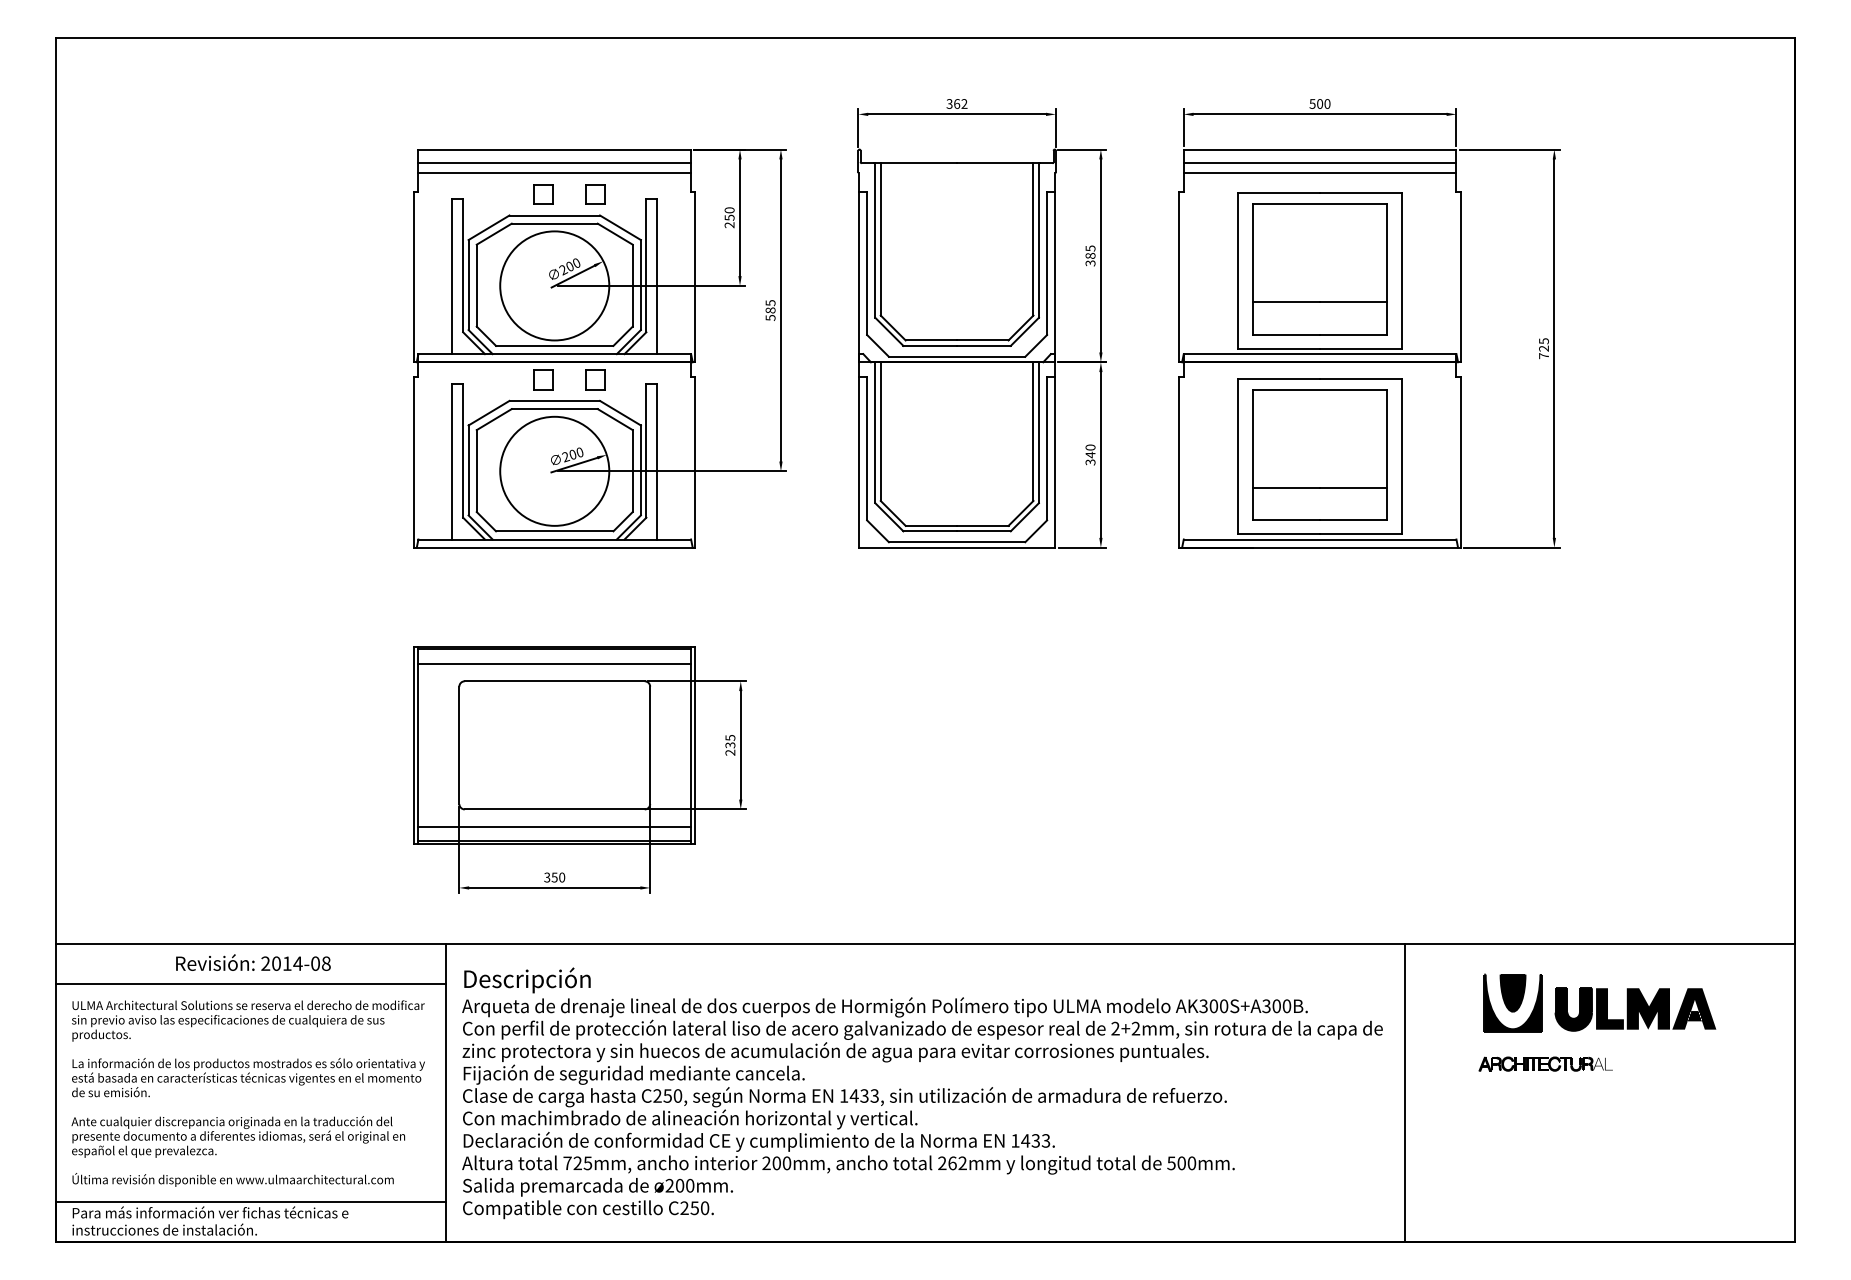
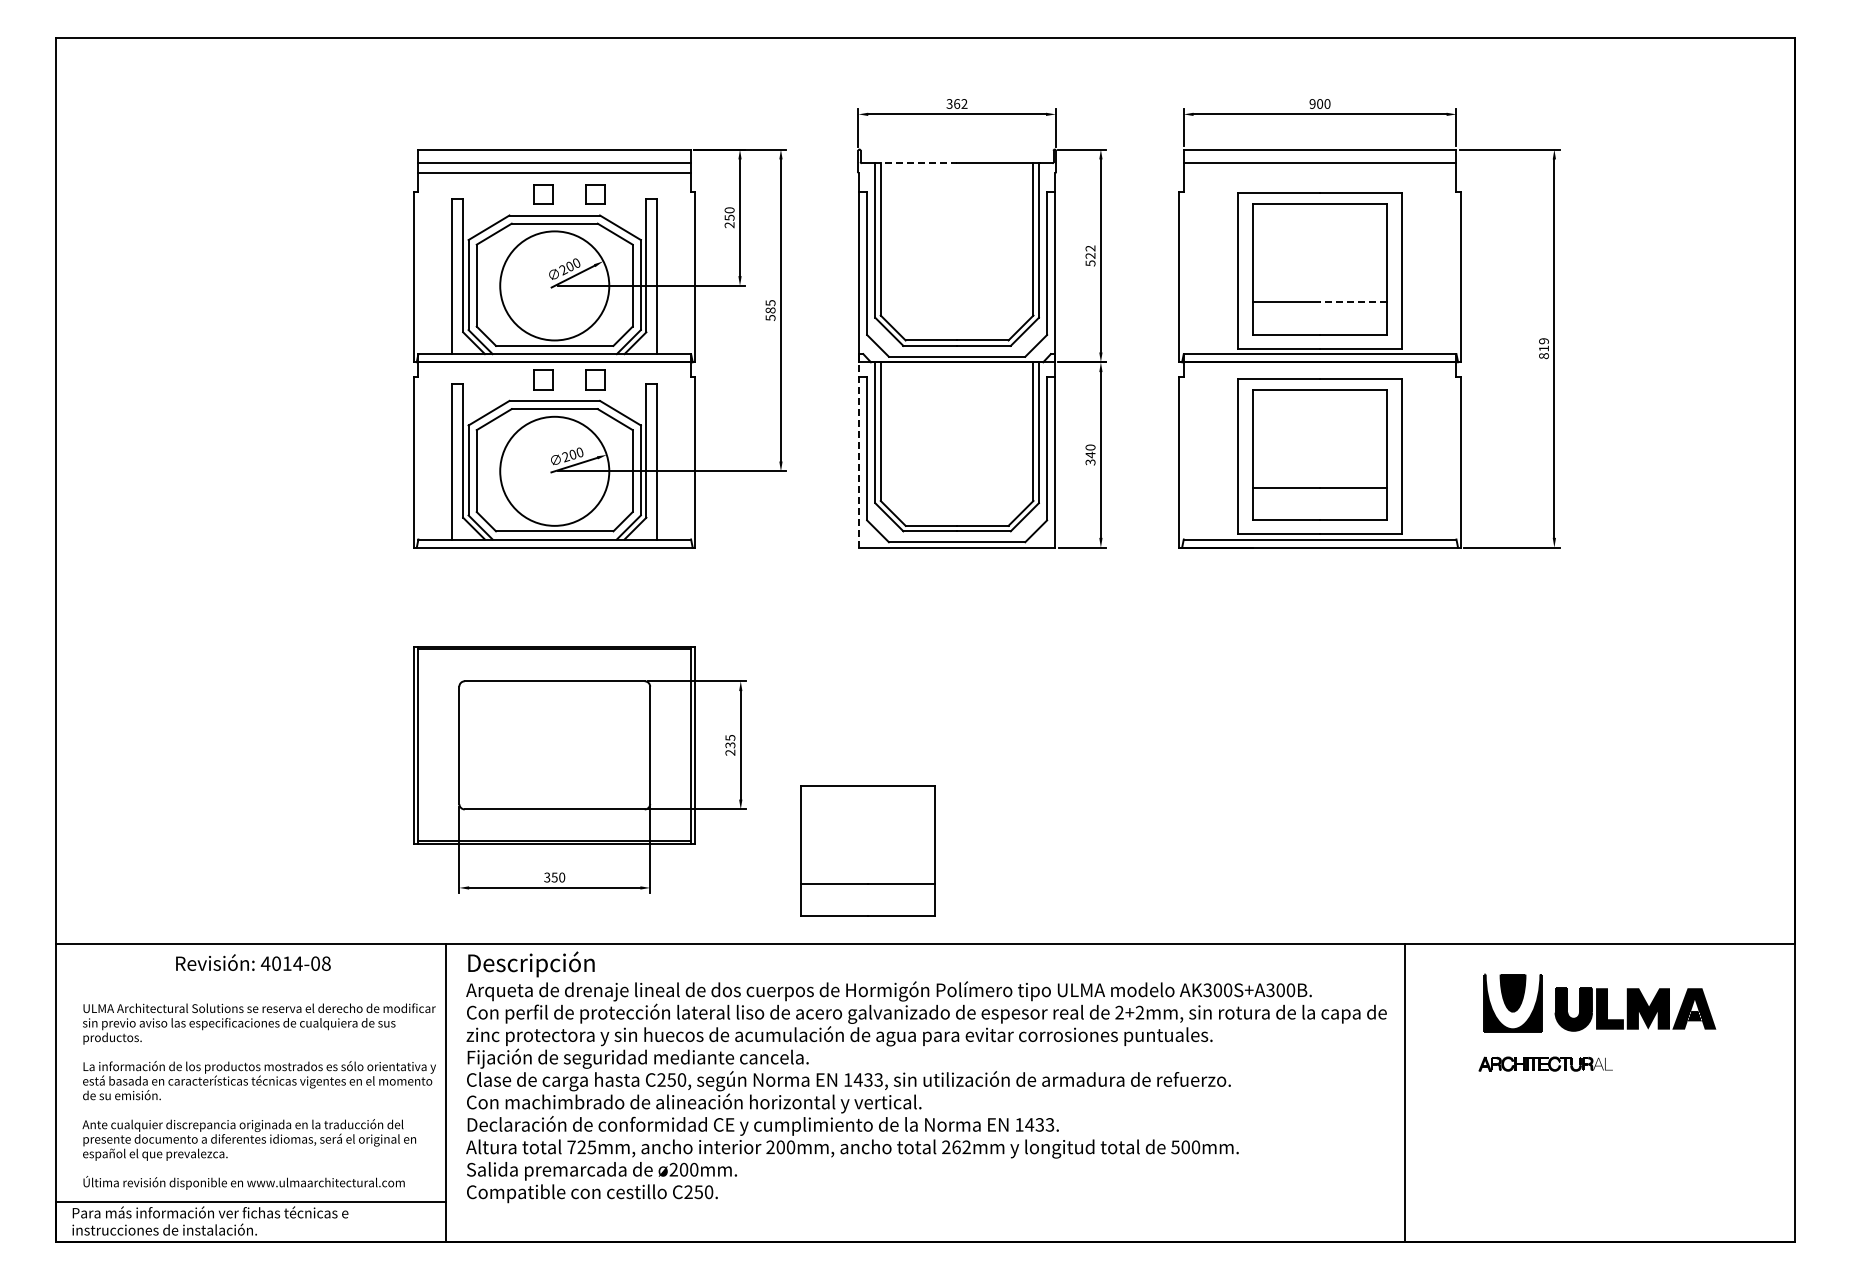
text at (1312, 103): 500 -> 900
line at (915, 163): solid -> dashed
line at (1319, 173): present -> none
text at (1090, 255): 385 -> 522
line at (1353, 302): solid -> dashed
text at (1543, 348): 725 -> 819
line at (858, 450): solid -> dashed
line at (554, 664): present -> none
line at (554, 826): present -> none
part at (867, 850): none -> present
text at (265, 963): 2014-08^I -> 4014-08^I
line at (250, 983): present -> none
text at (247, 1093) position: (247, 1093) -> (258, 1096)
text at (922, 1093) position: (922, 1093) -> (926, 1077)
